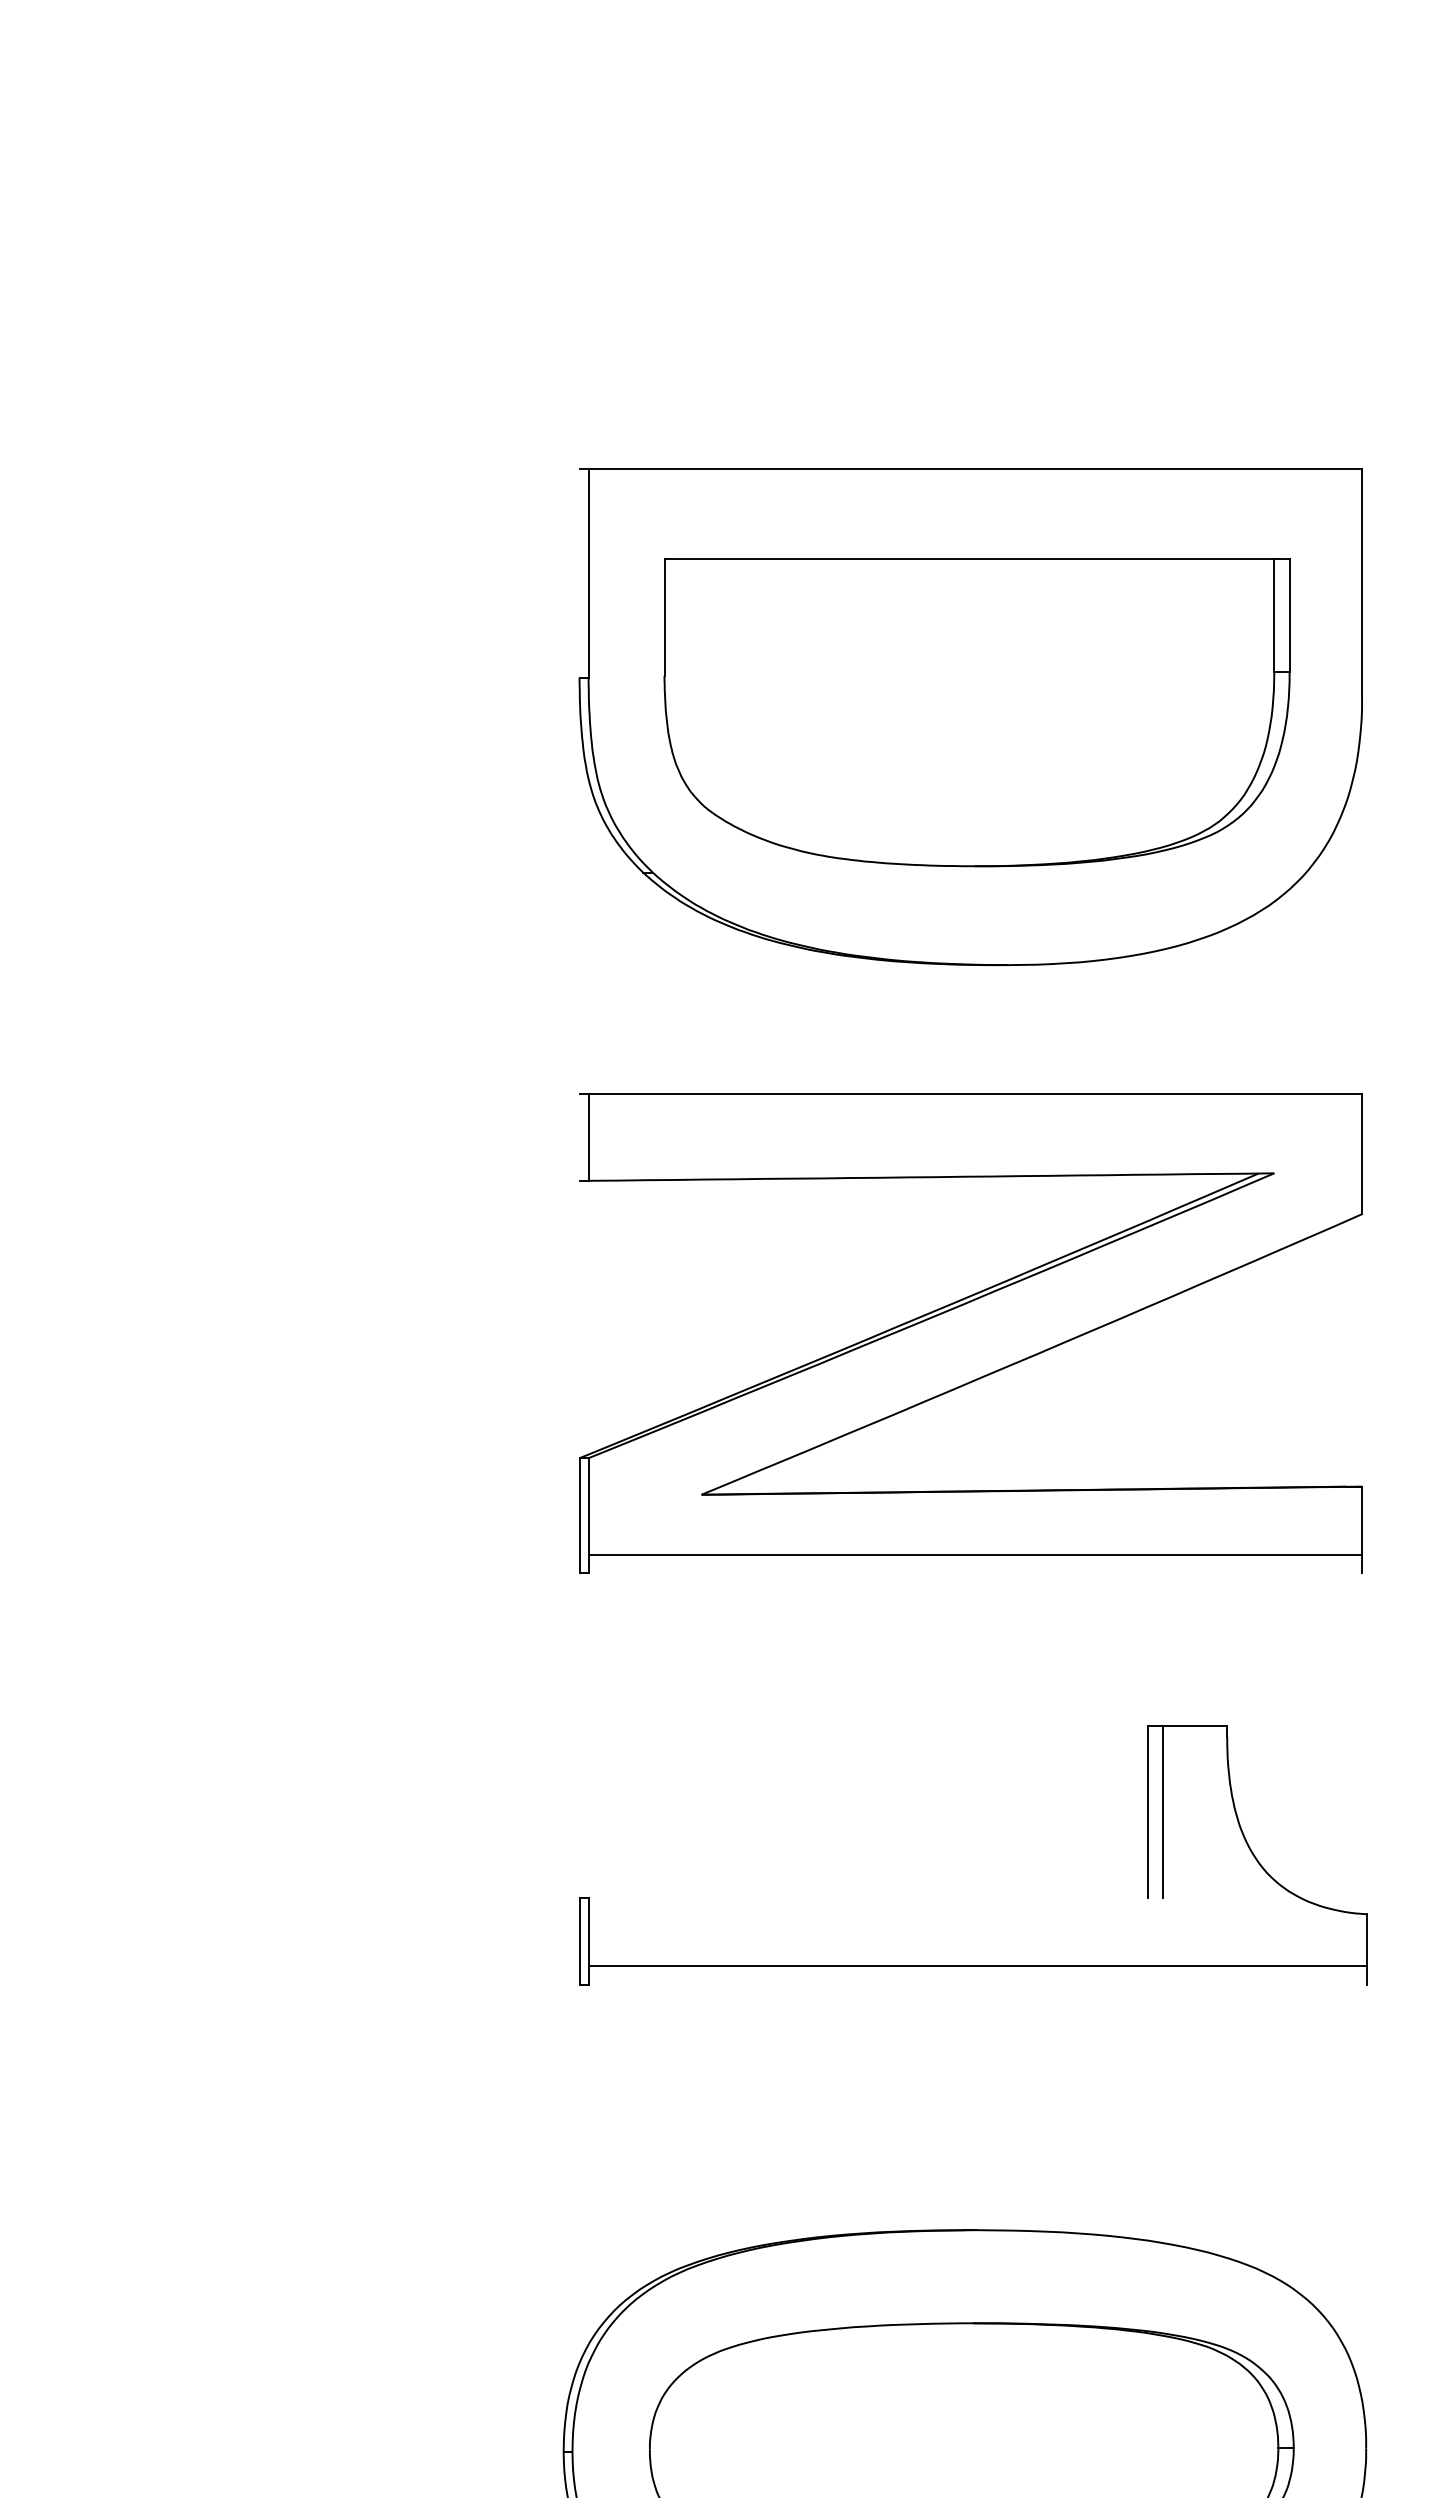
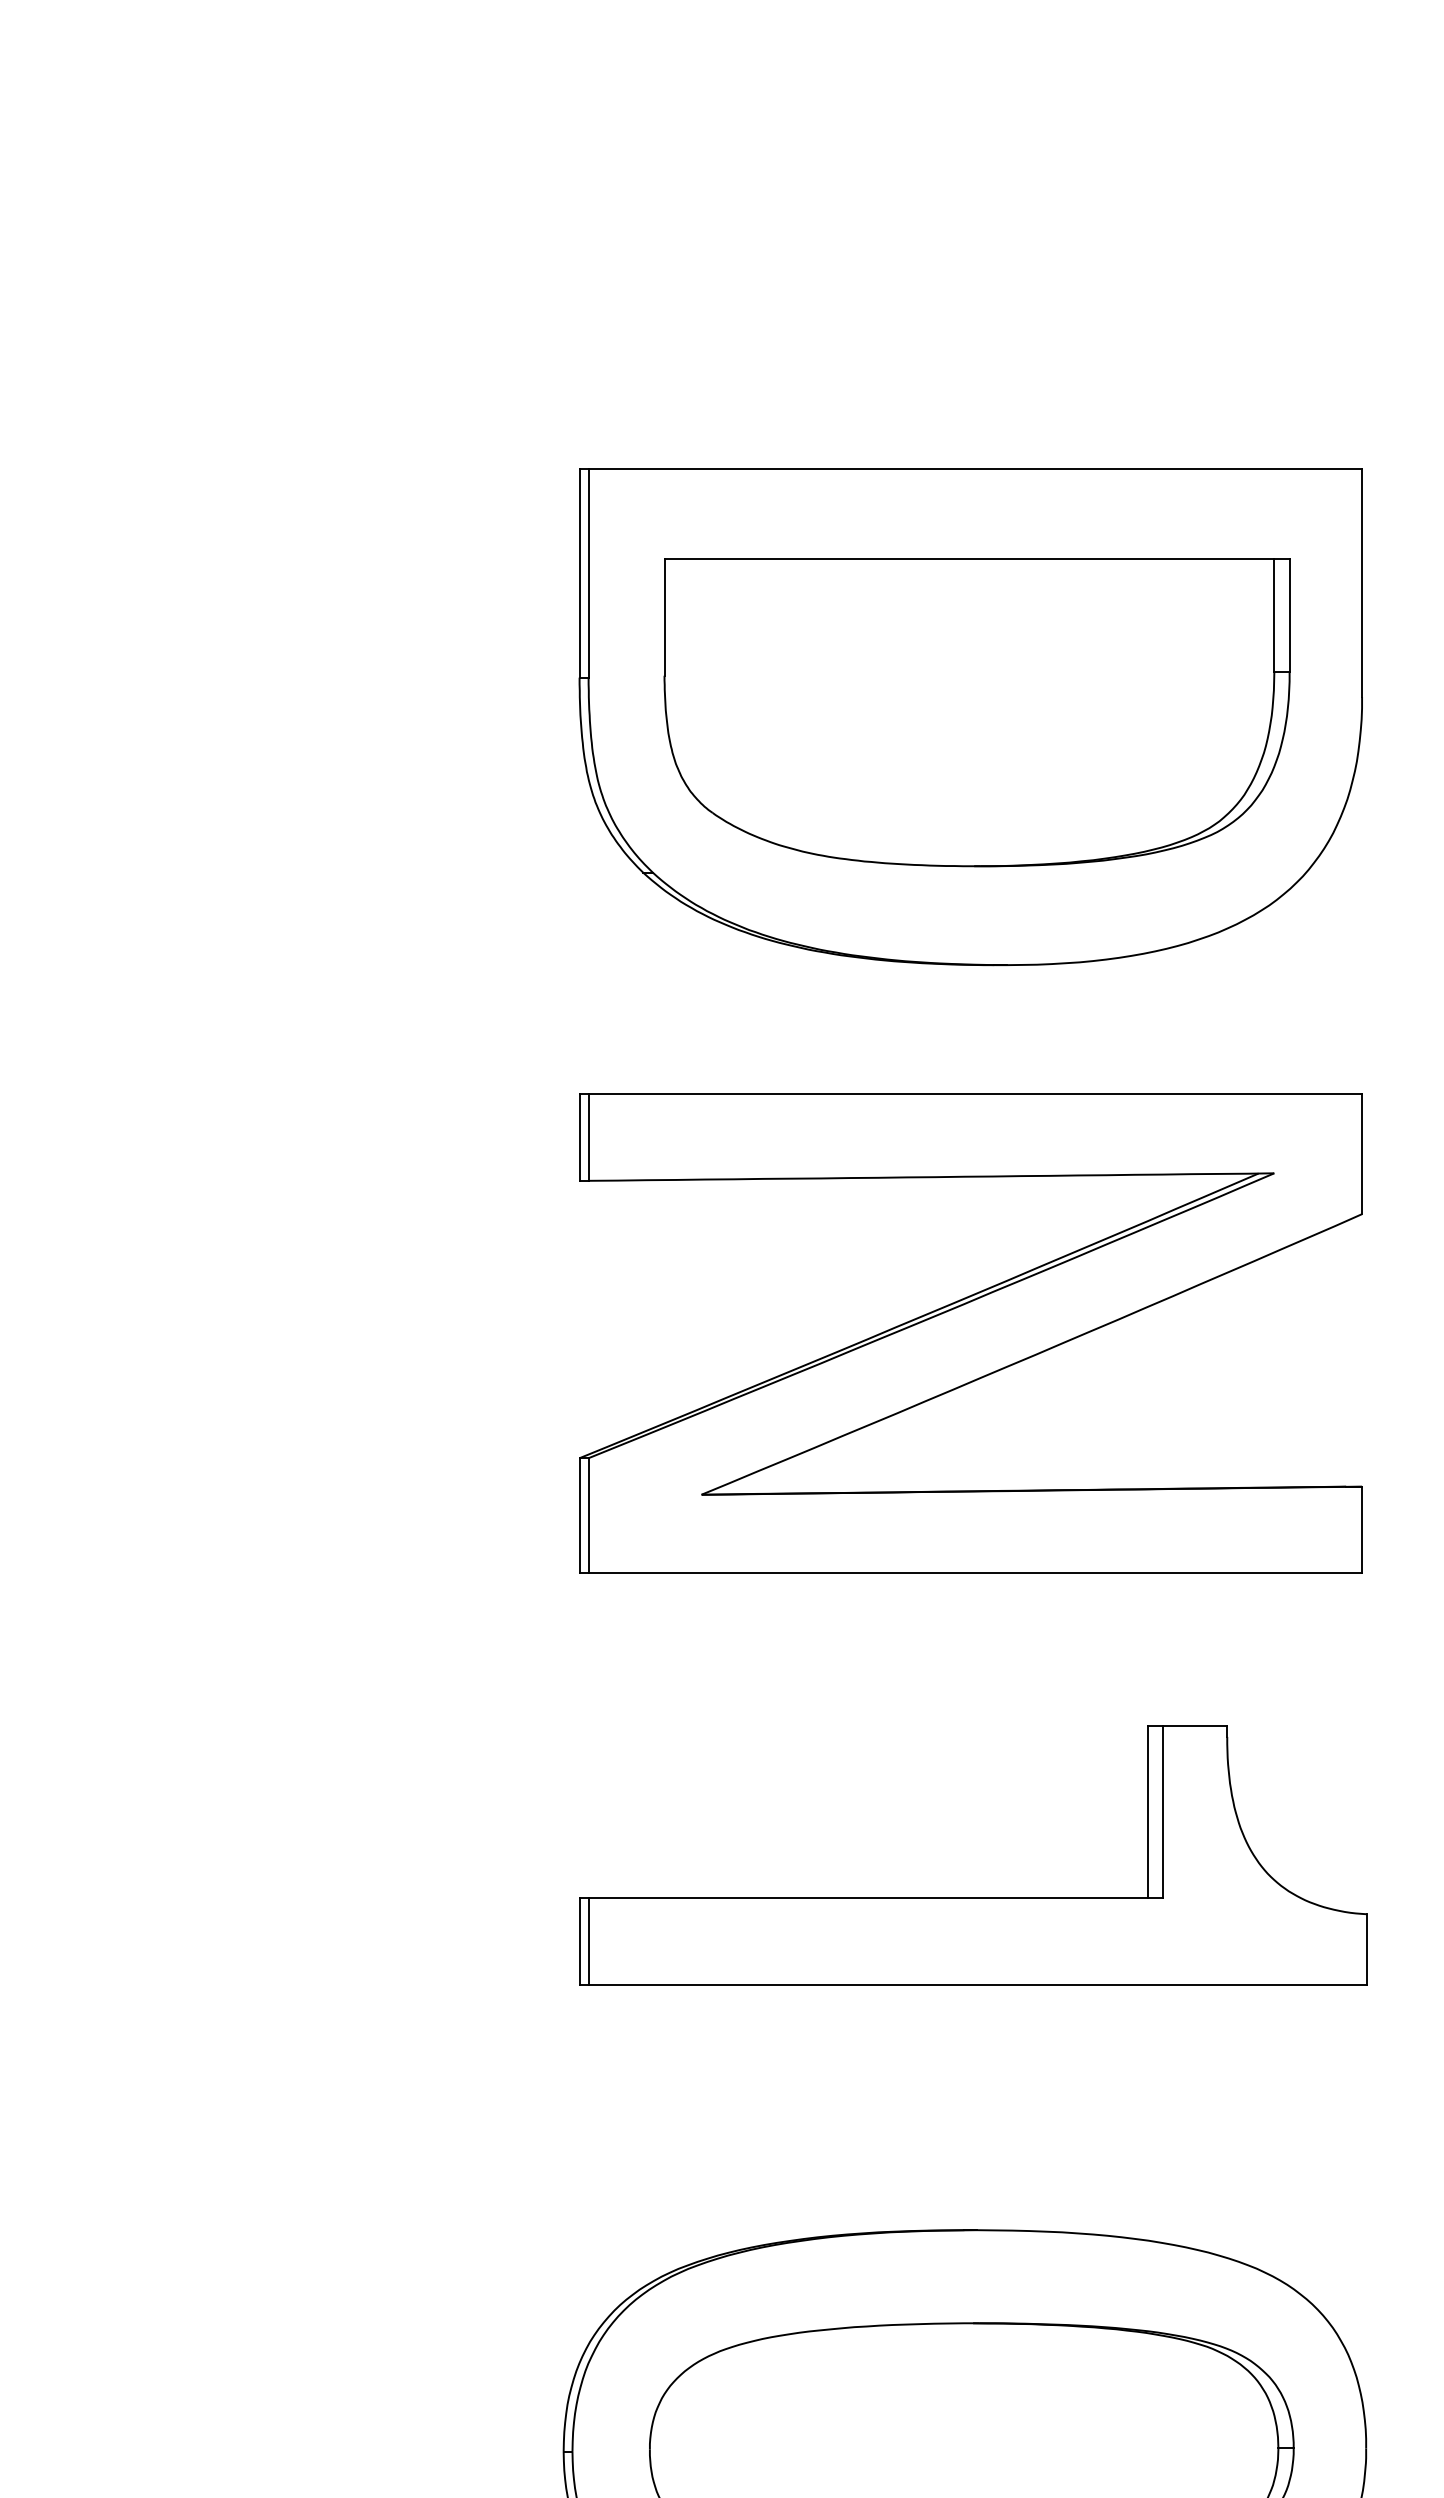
line at (579, 572): none -> present
line at (579, 1136): none -> present
line at (975, 1555) position: (975, 1555) -> (975, 1573)
line at (875, 1897): none -> present
line at (977, 1965) position: (977, 1965) -> (977, 1984)
